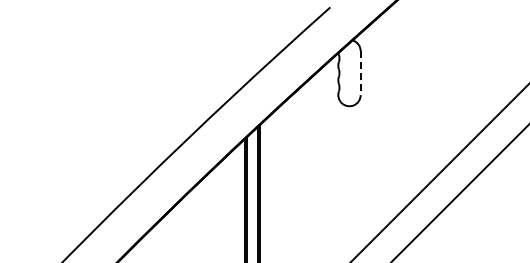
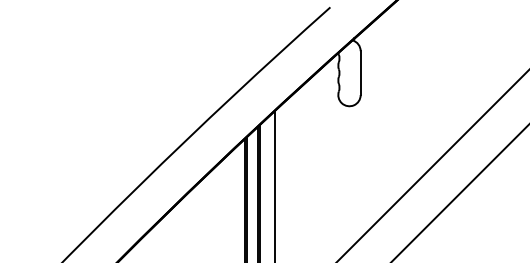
line at (360, 73): dashed -> solid
line at (439, 172) position: (439, 172) -> (432, 165)
line at (275, 184): none -> present
